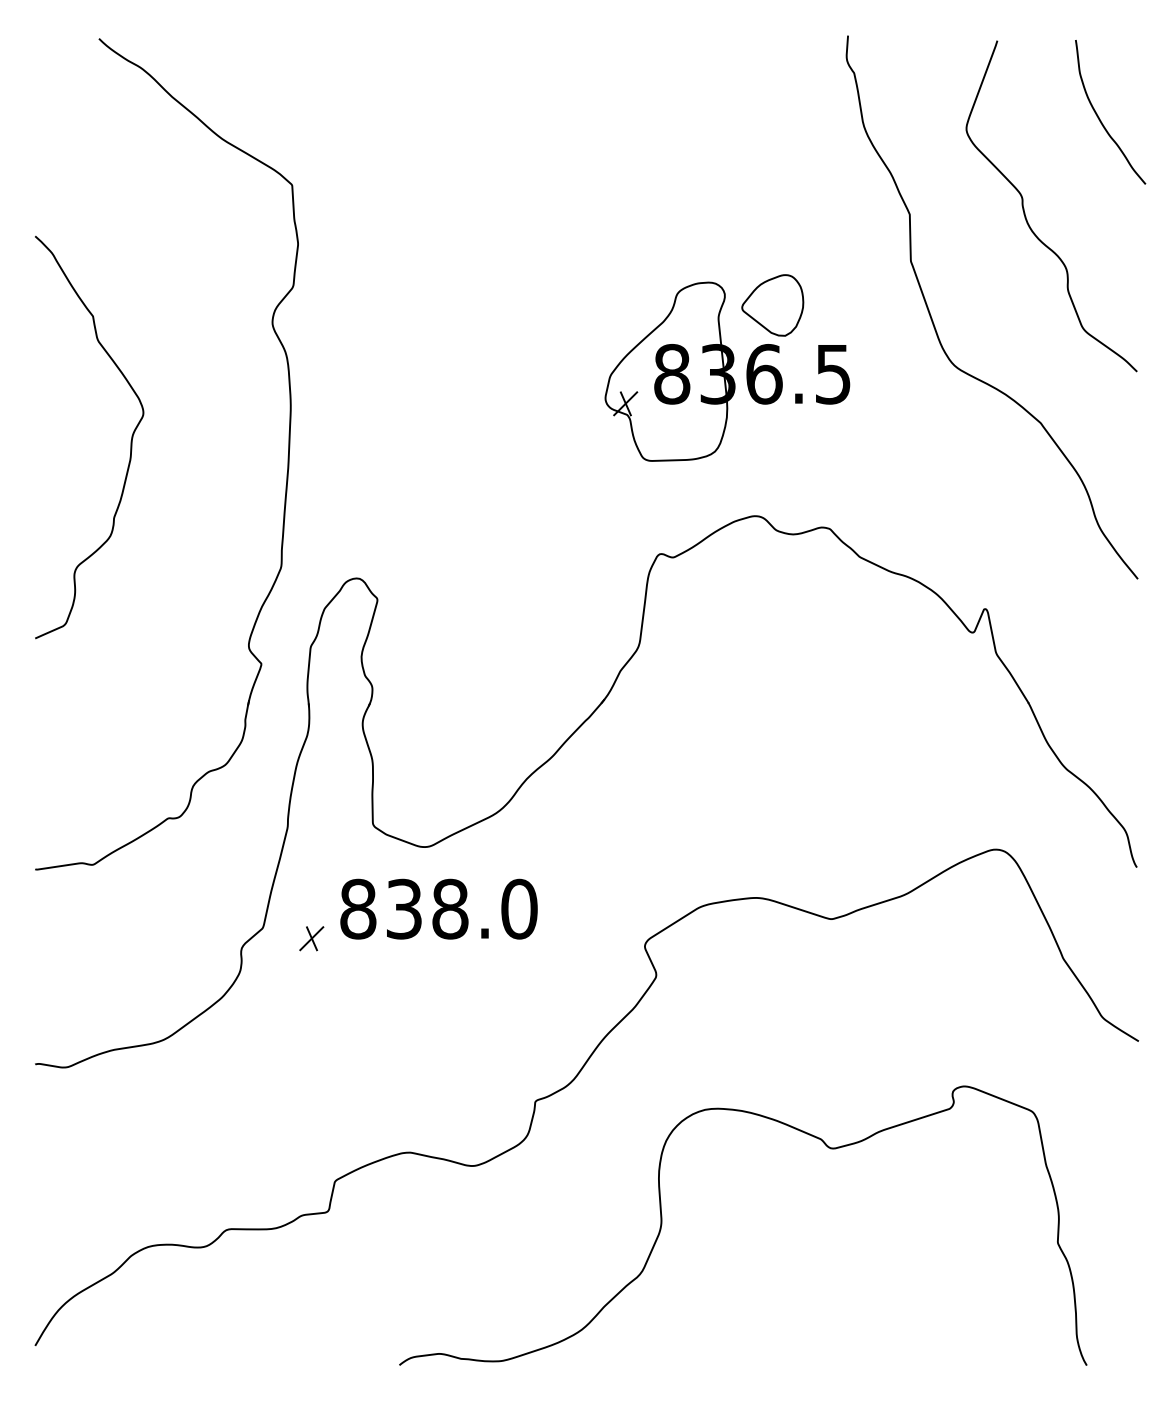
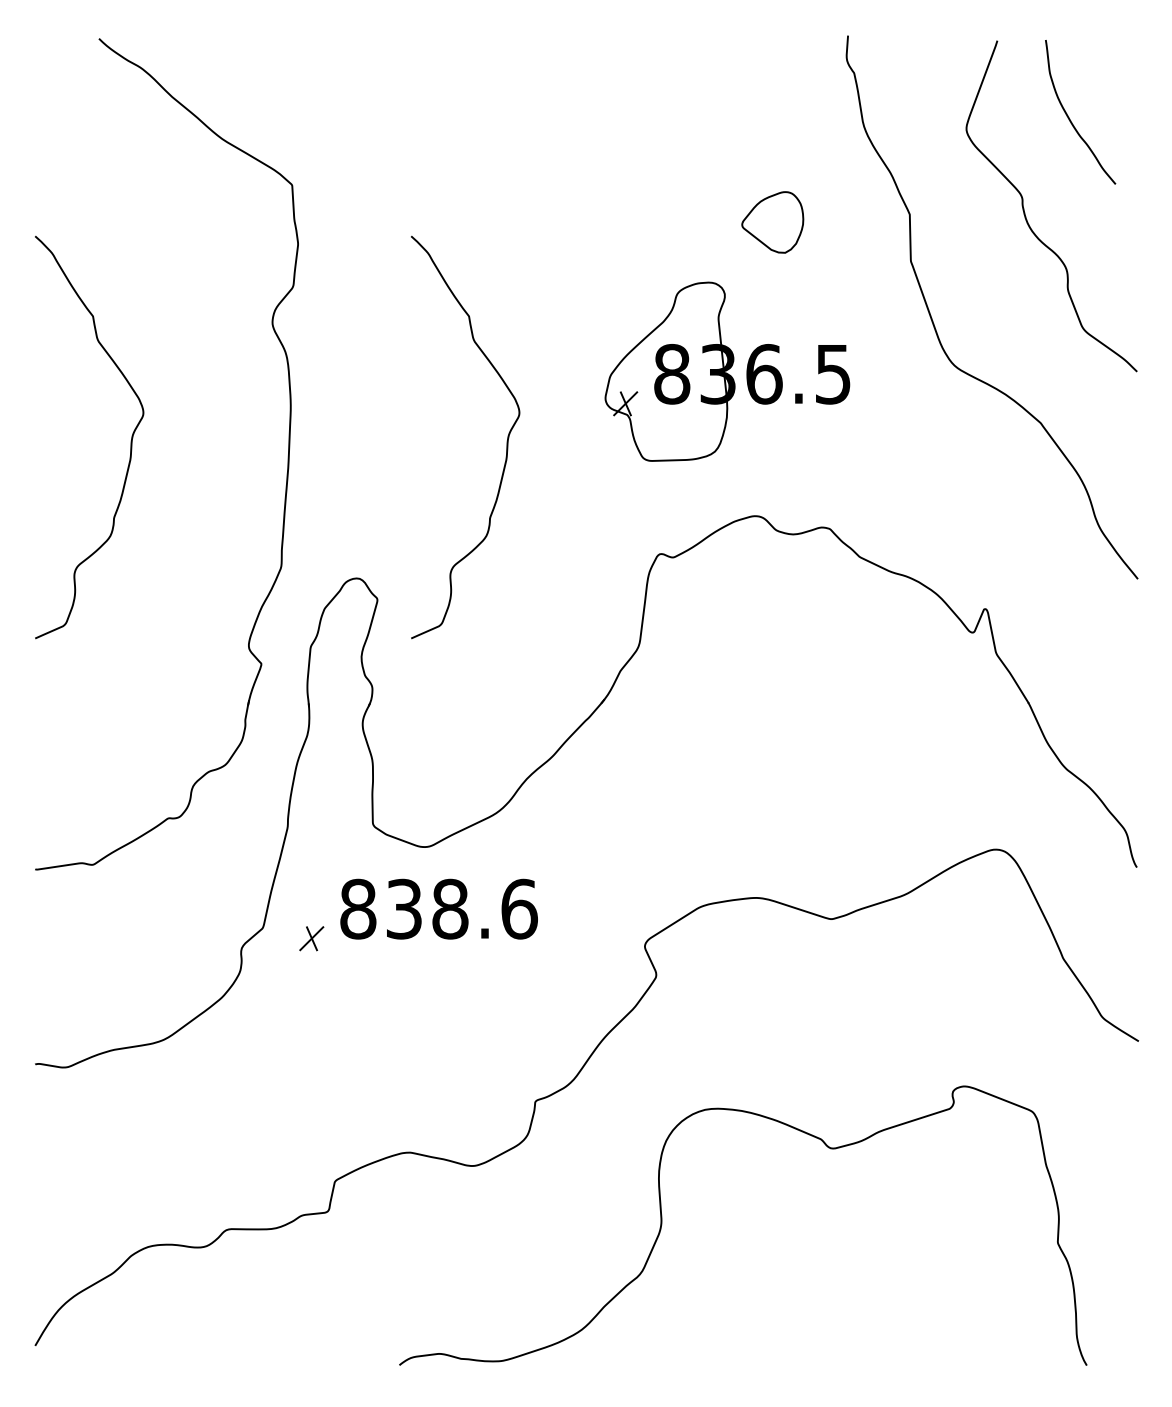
curve at (1101, 120) position: (1101, 120) -> (1071, 120)
part at (772, 305) position: (772, 305) -> (772, 222)
curve at (506, 441): none -> present
text at (519, 908): 838.0 -> 838.6
